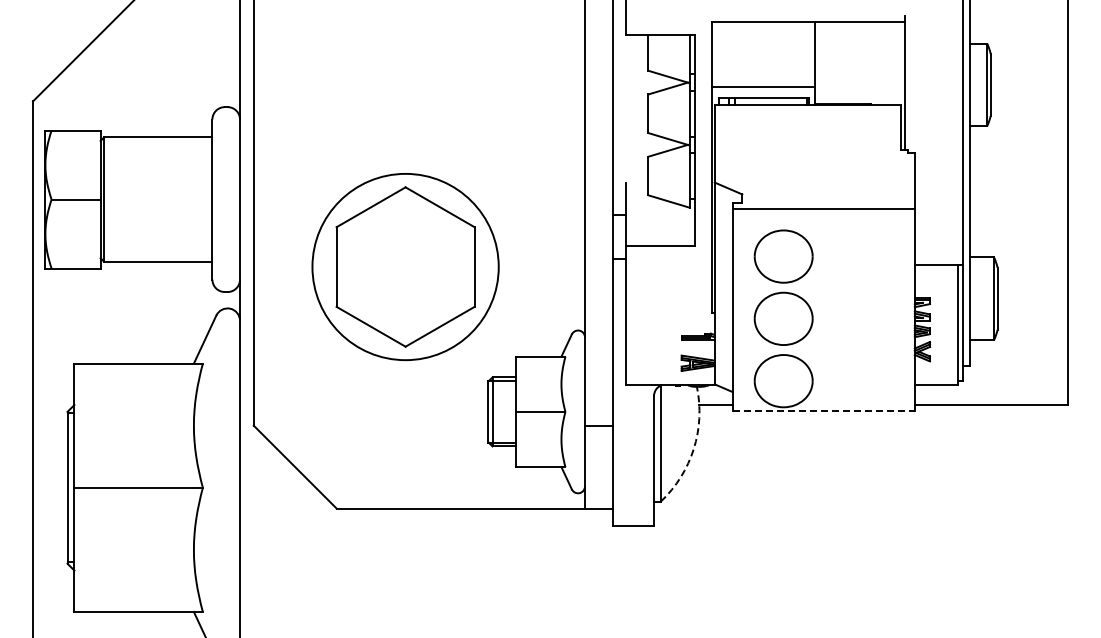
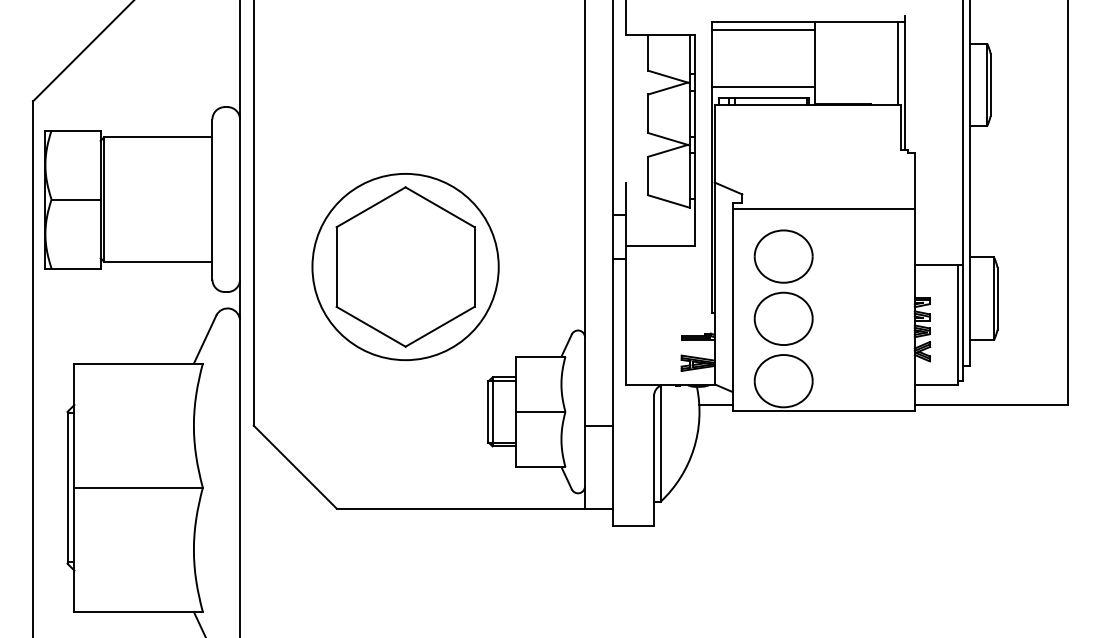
line at (763, 30): none -> present
line at (898, 63): none -> present
line at (824, 411): dashed -> solid
arc at (693, 448): dashed -> solid
